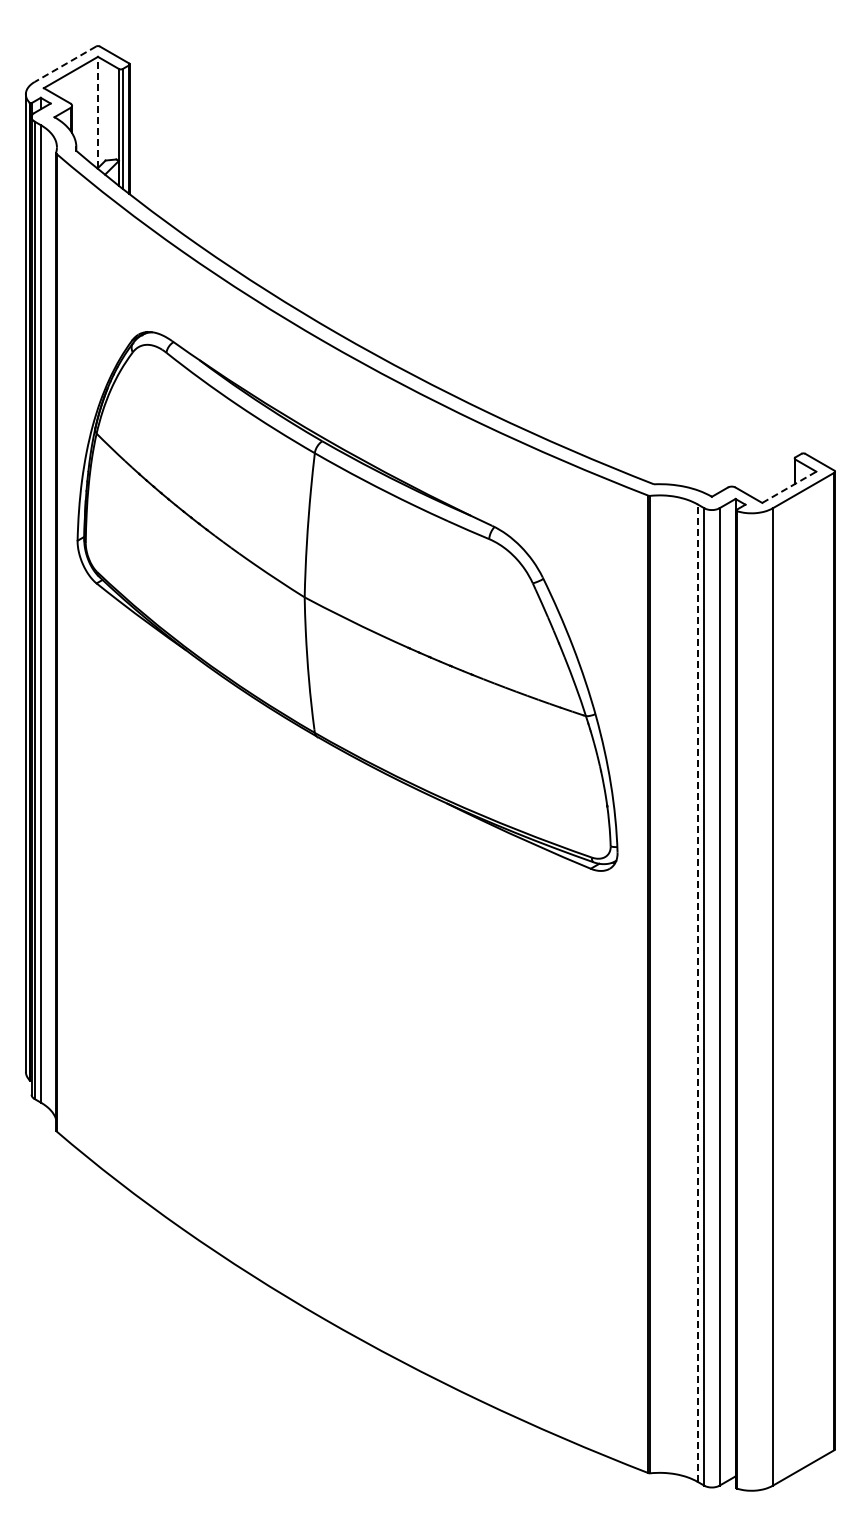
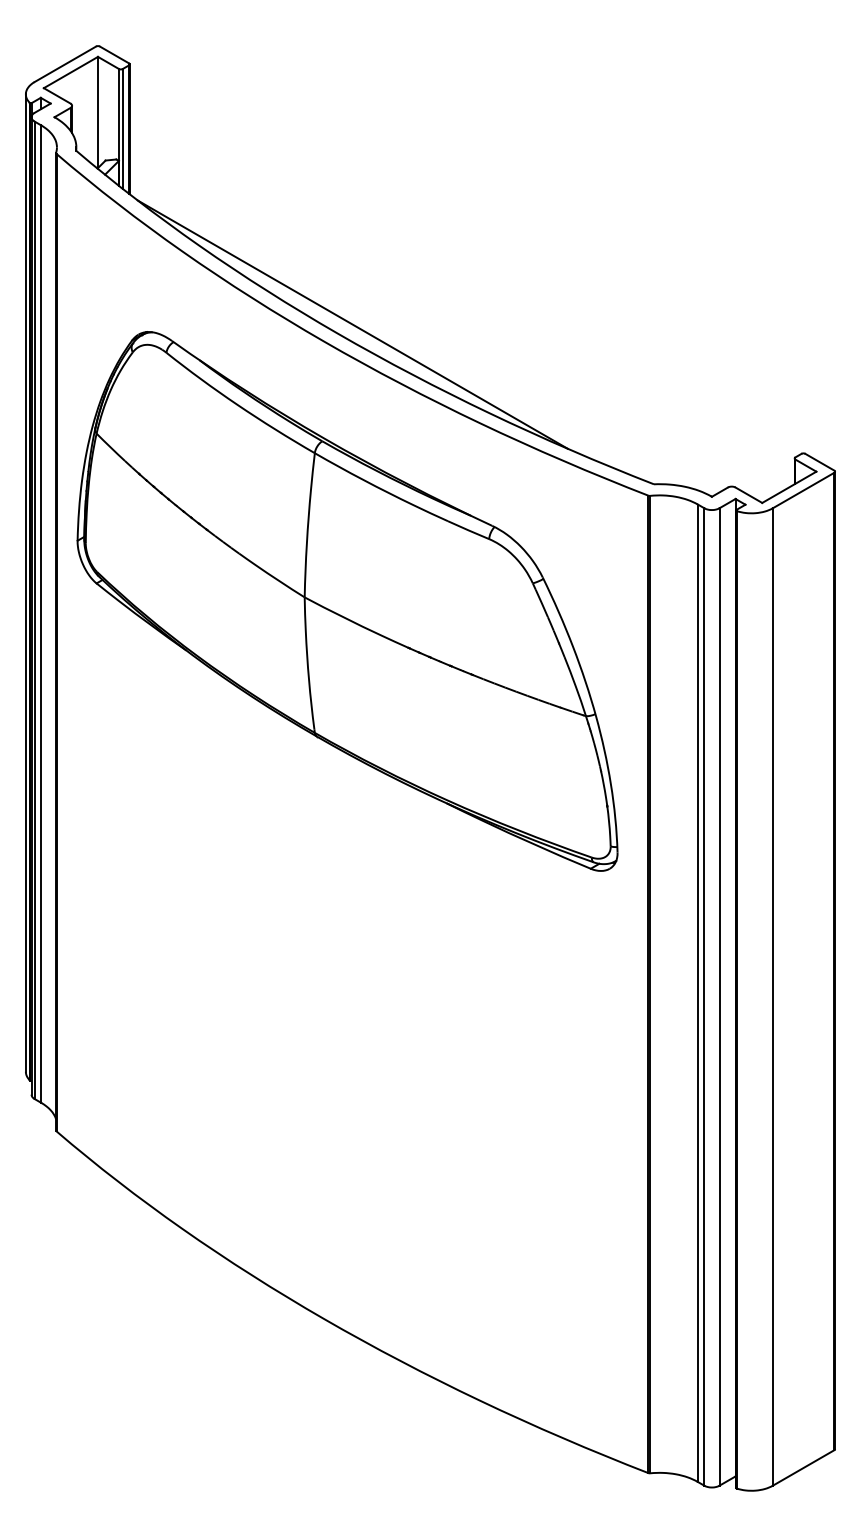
line at (64, 64): dashed -> solid
line at (98, 112): dashed -> solid
line at (352, 324): none -> present
line at (789, 487): dashed -> solid
line at (697, 993): dashed -> solid
